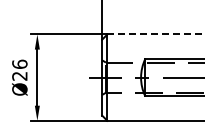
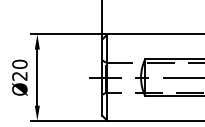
line at (156, 34): dashed -> solid
text at (19, 63): Ø26 -> Ø20
